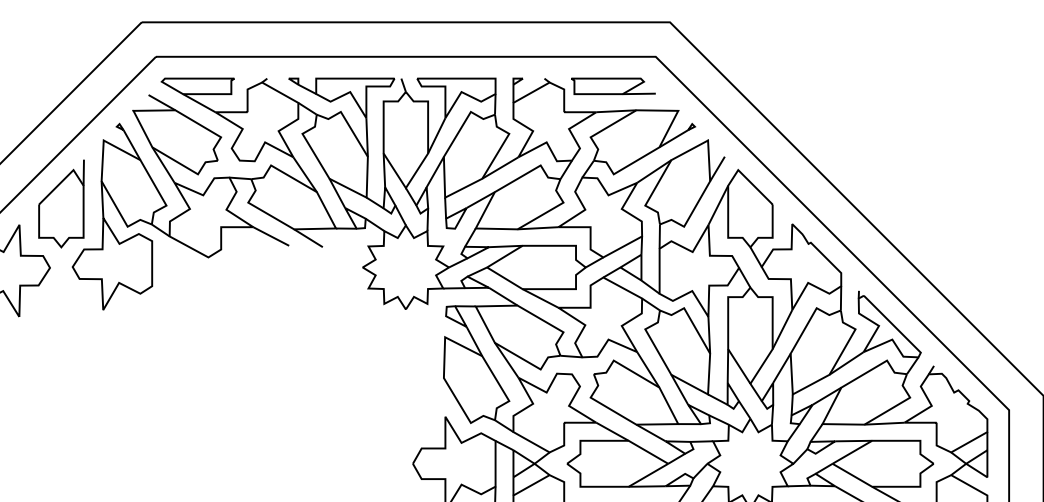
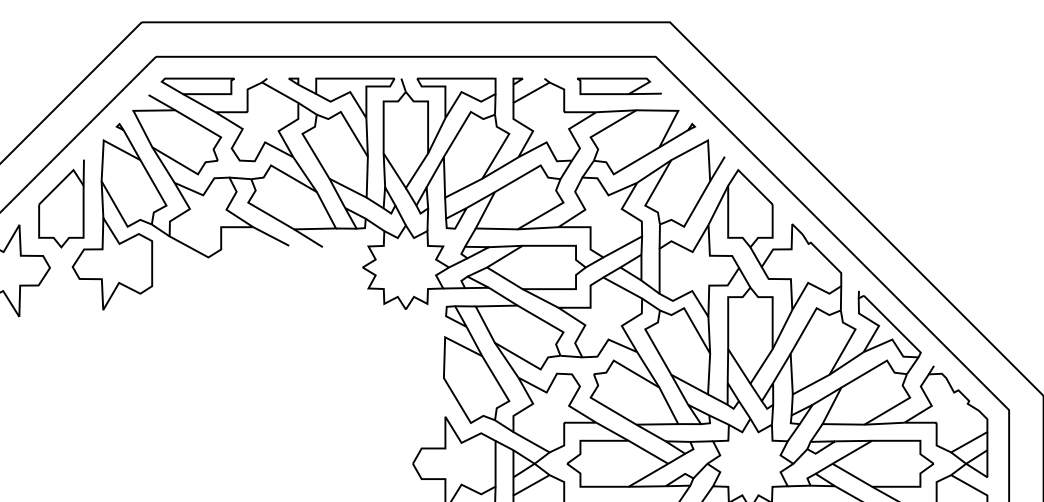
part at (613, 86) position: (613, 86) -> (619, 86)
